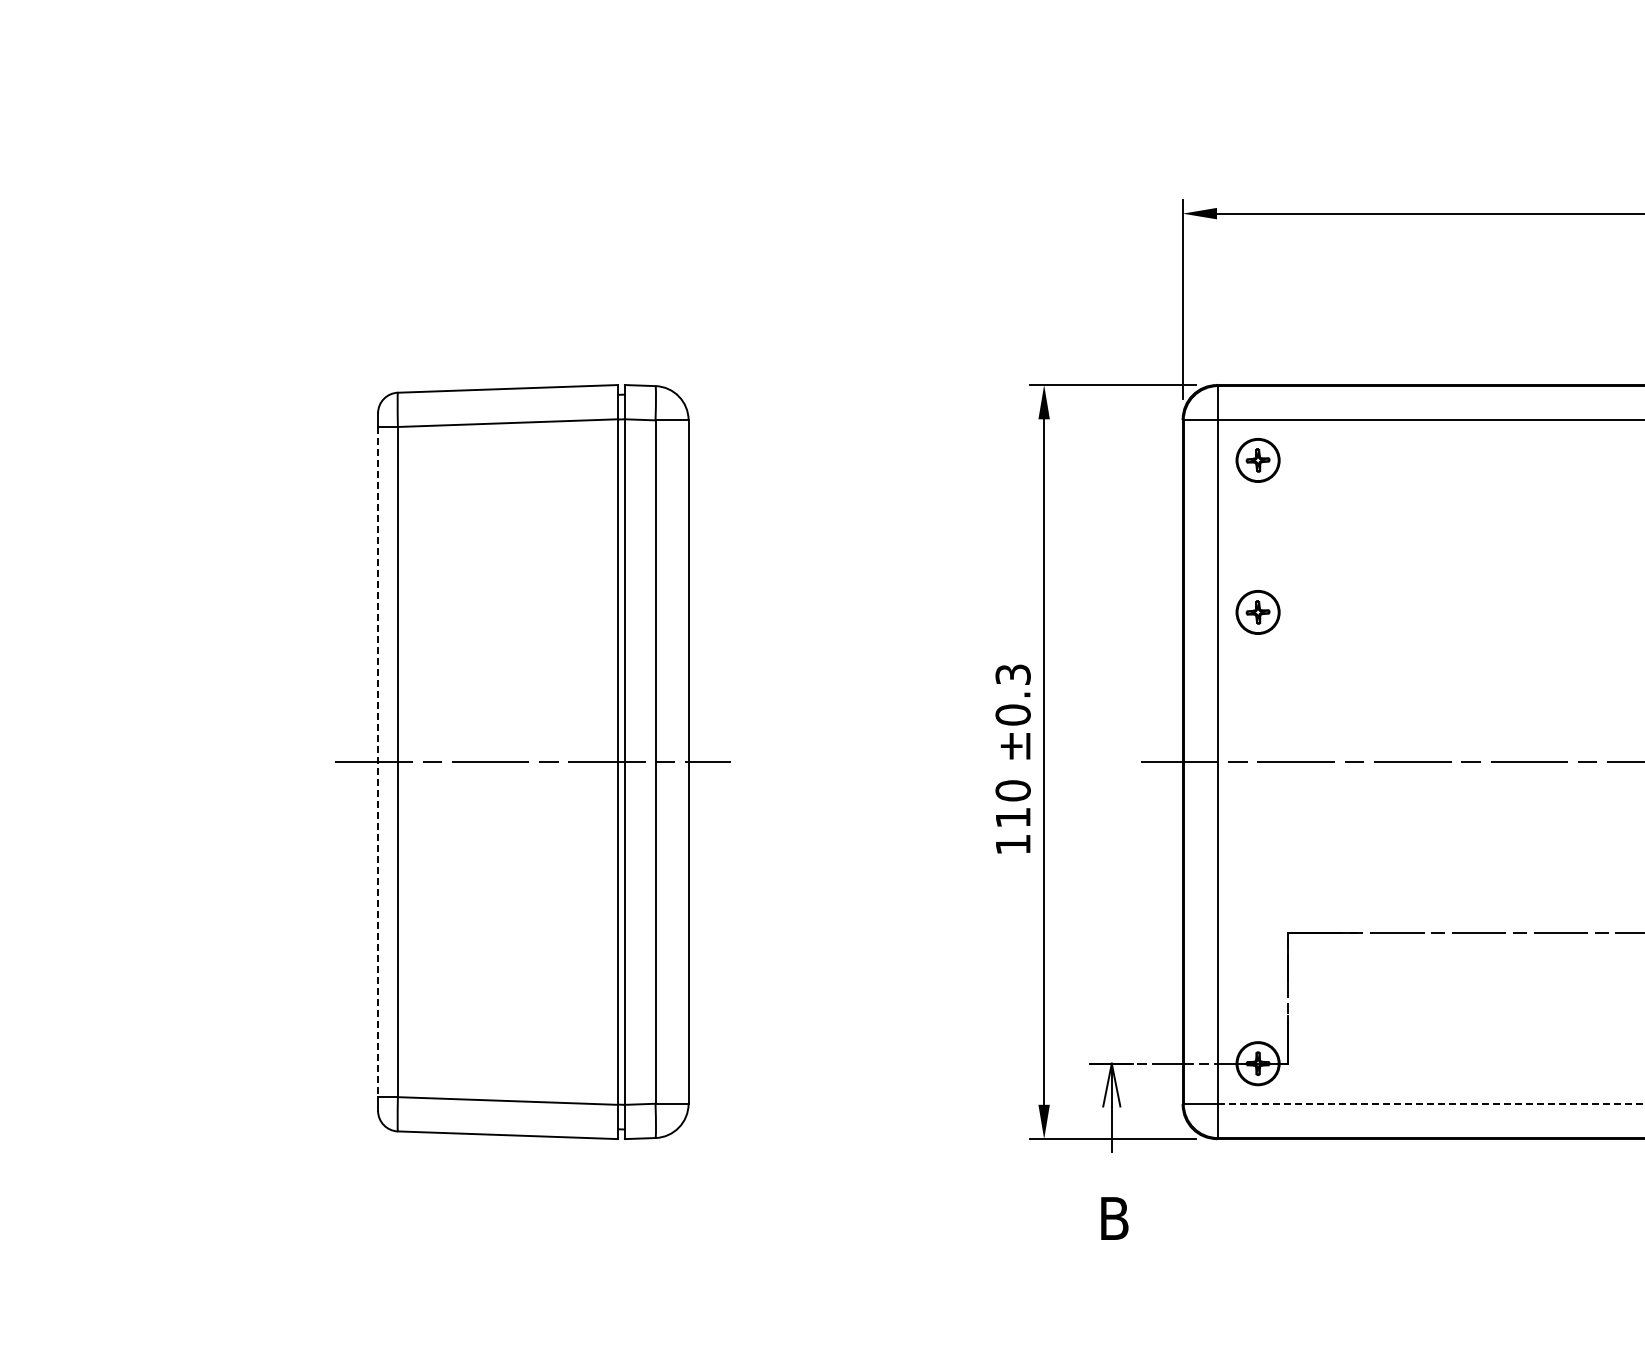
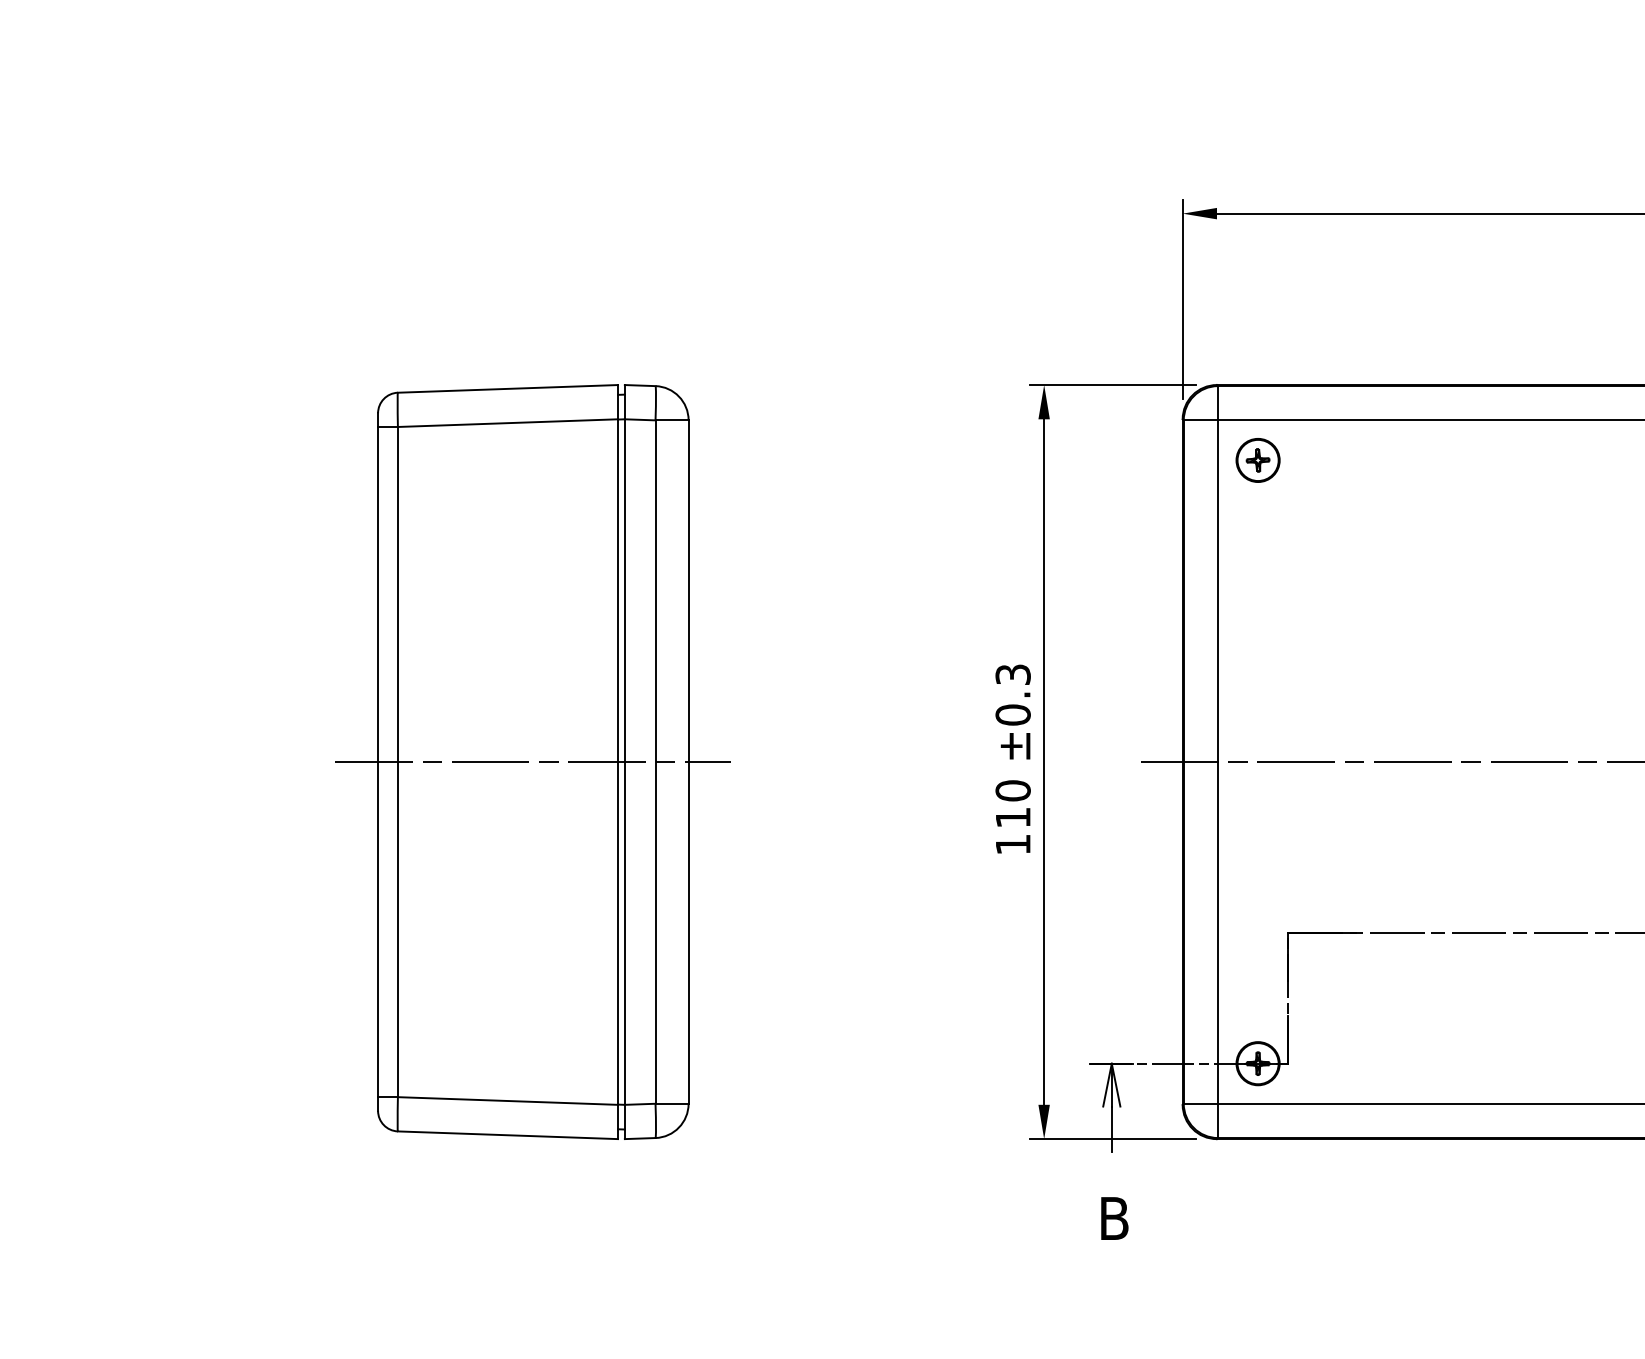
part at (1257, 612): present -> none
line at (378, 762): dashed -> solid
line at (1430, 1103): dashed -> solid
